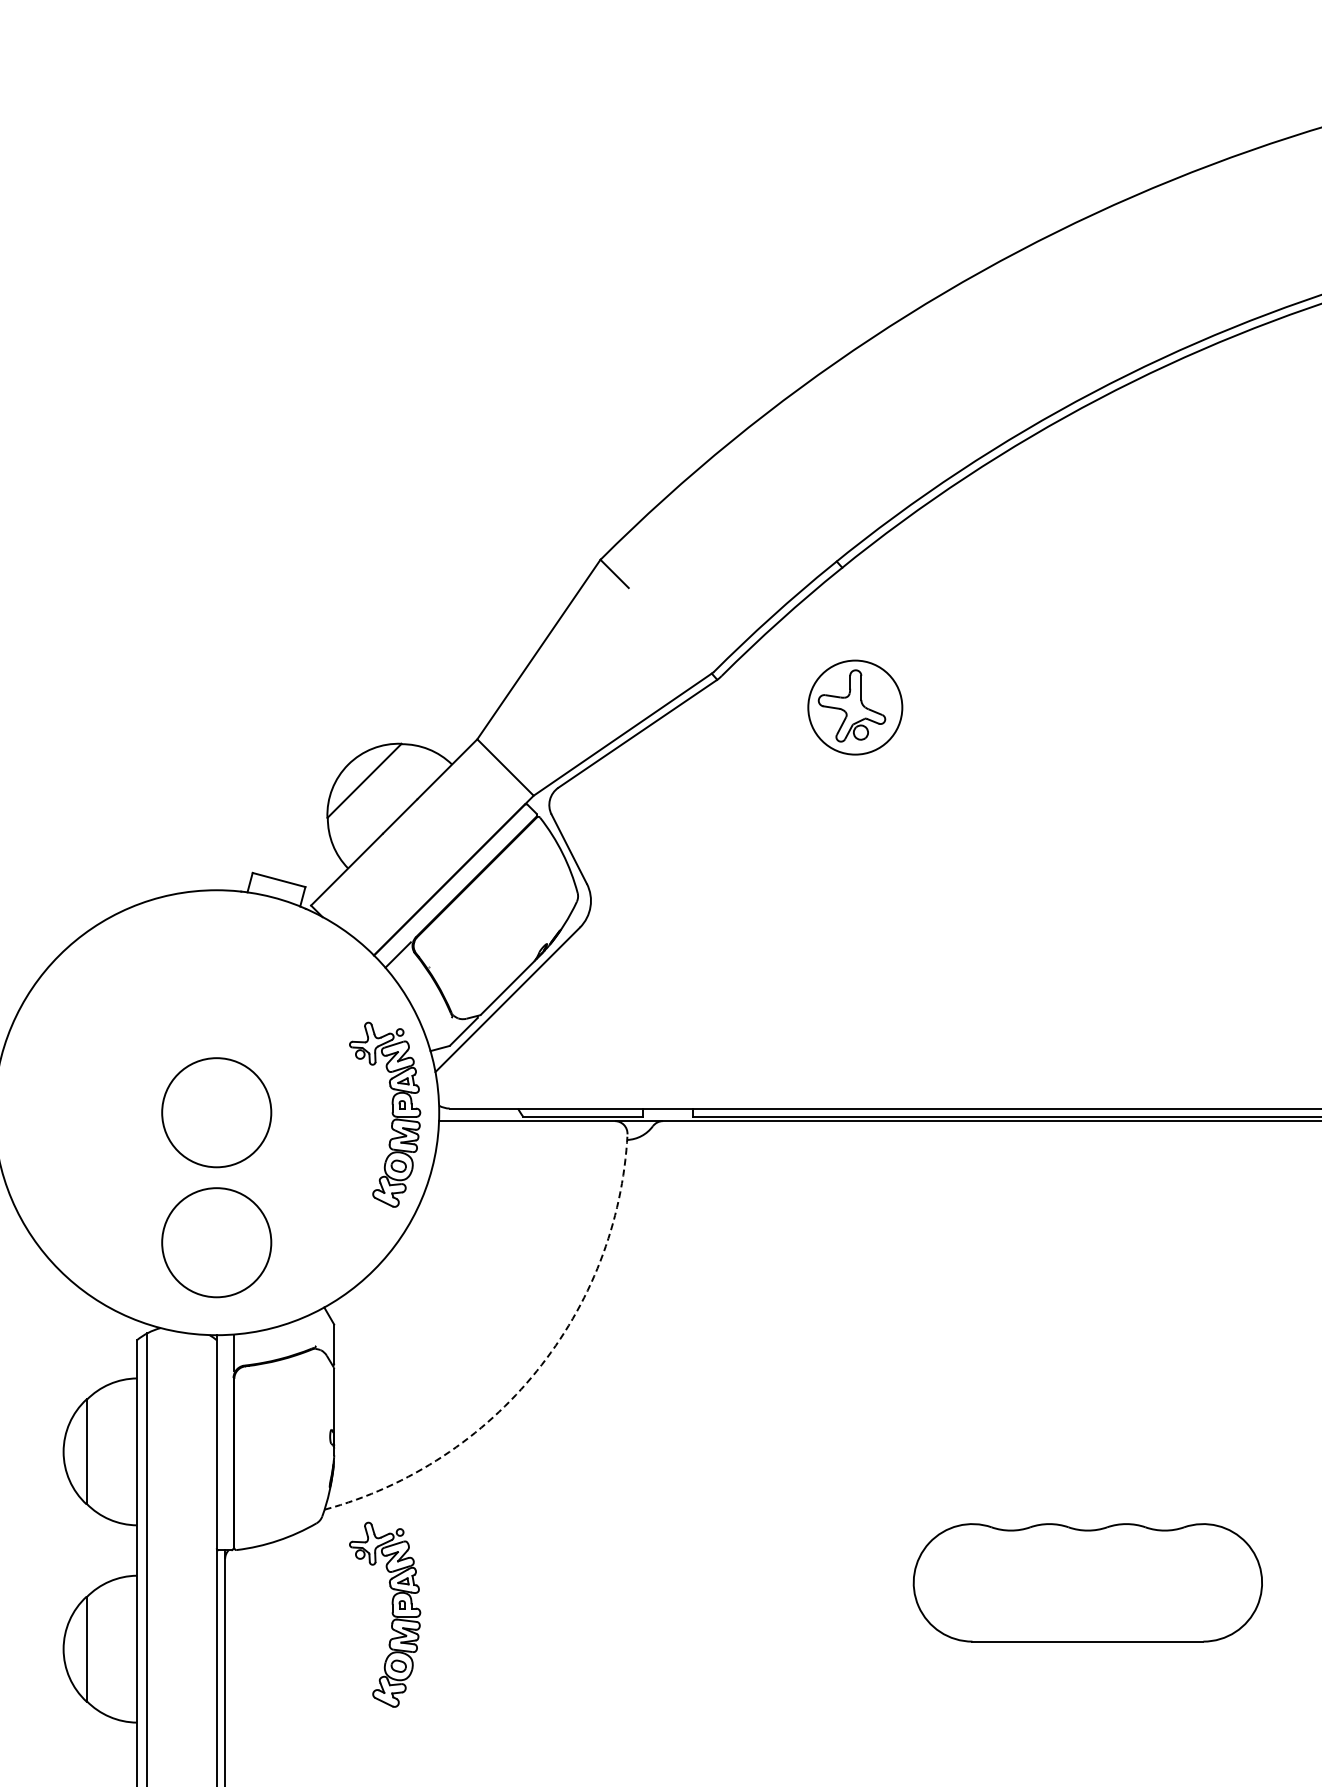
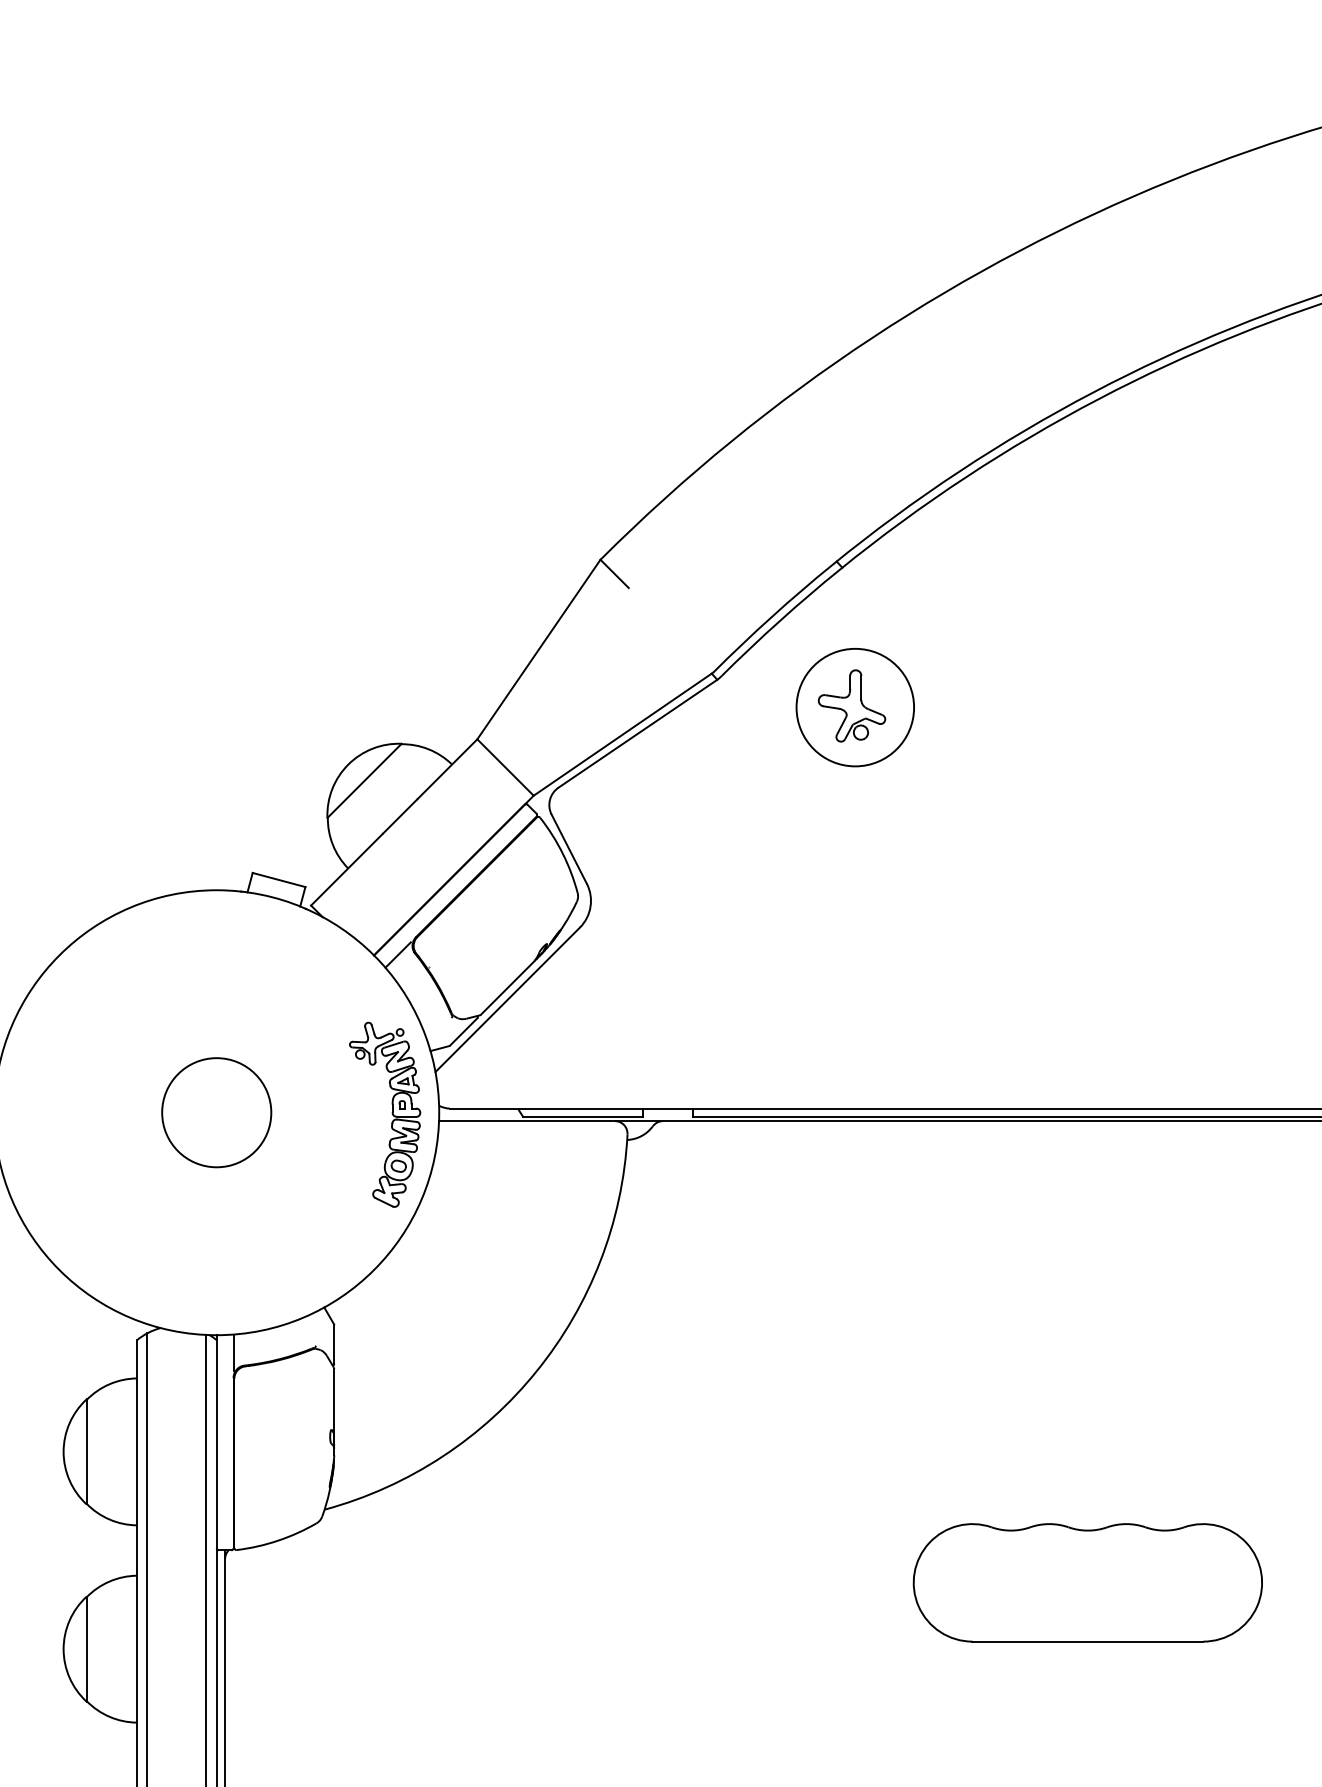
circle at (855, 707) diameter: 94 px -> 118 px
circle at (216, 1242): present -> none
arc at (536, 1371): dashed -> solid
line at (206, 1558): none -> present
part at (391, 1613): present -> none
